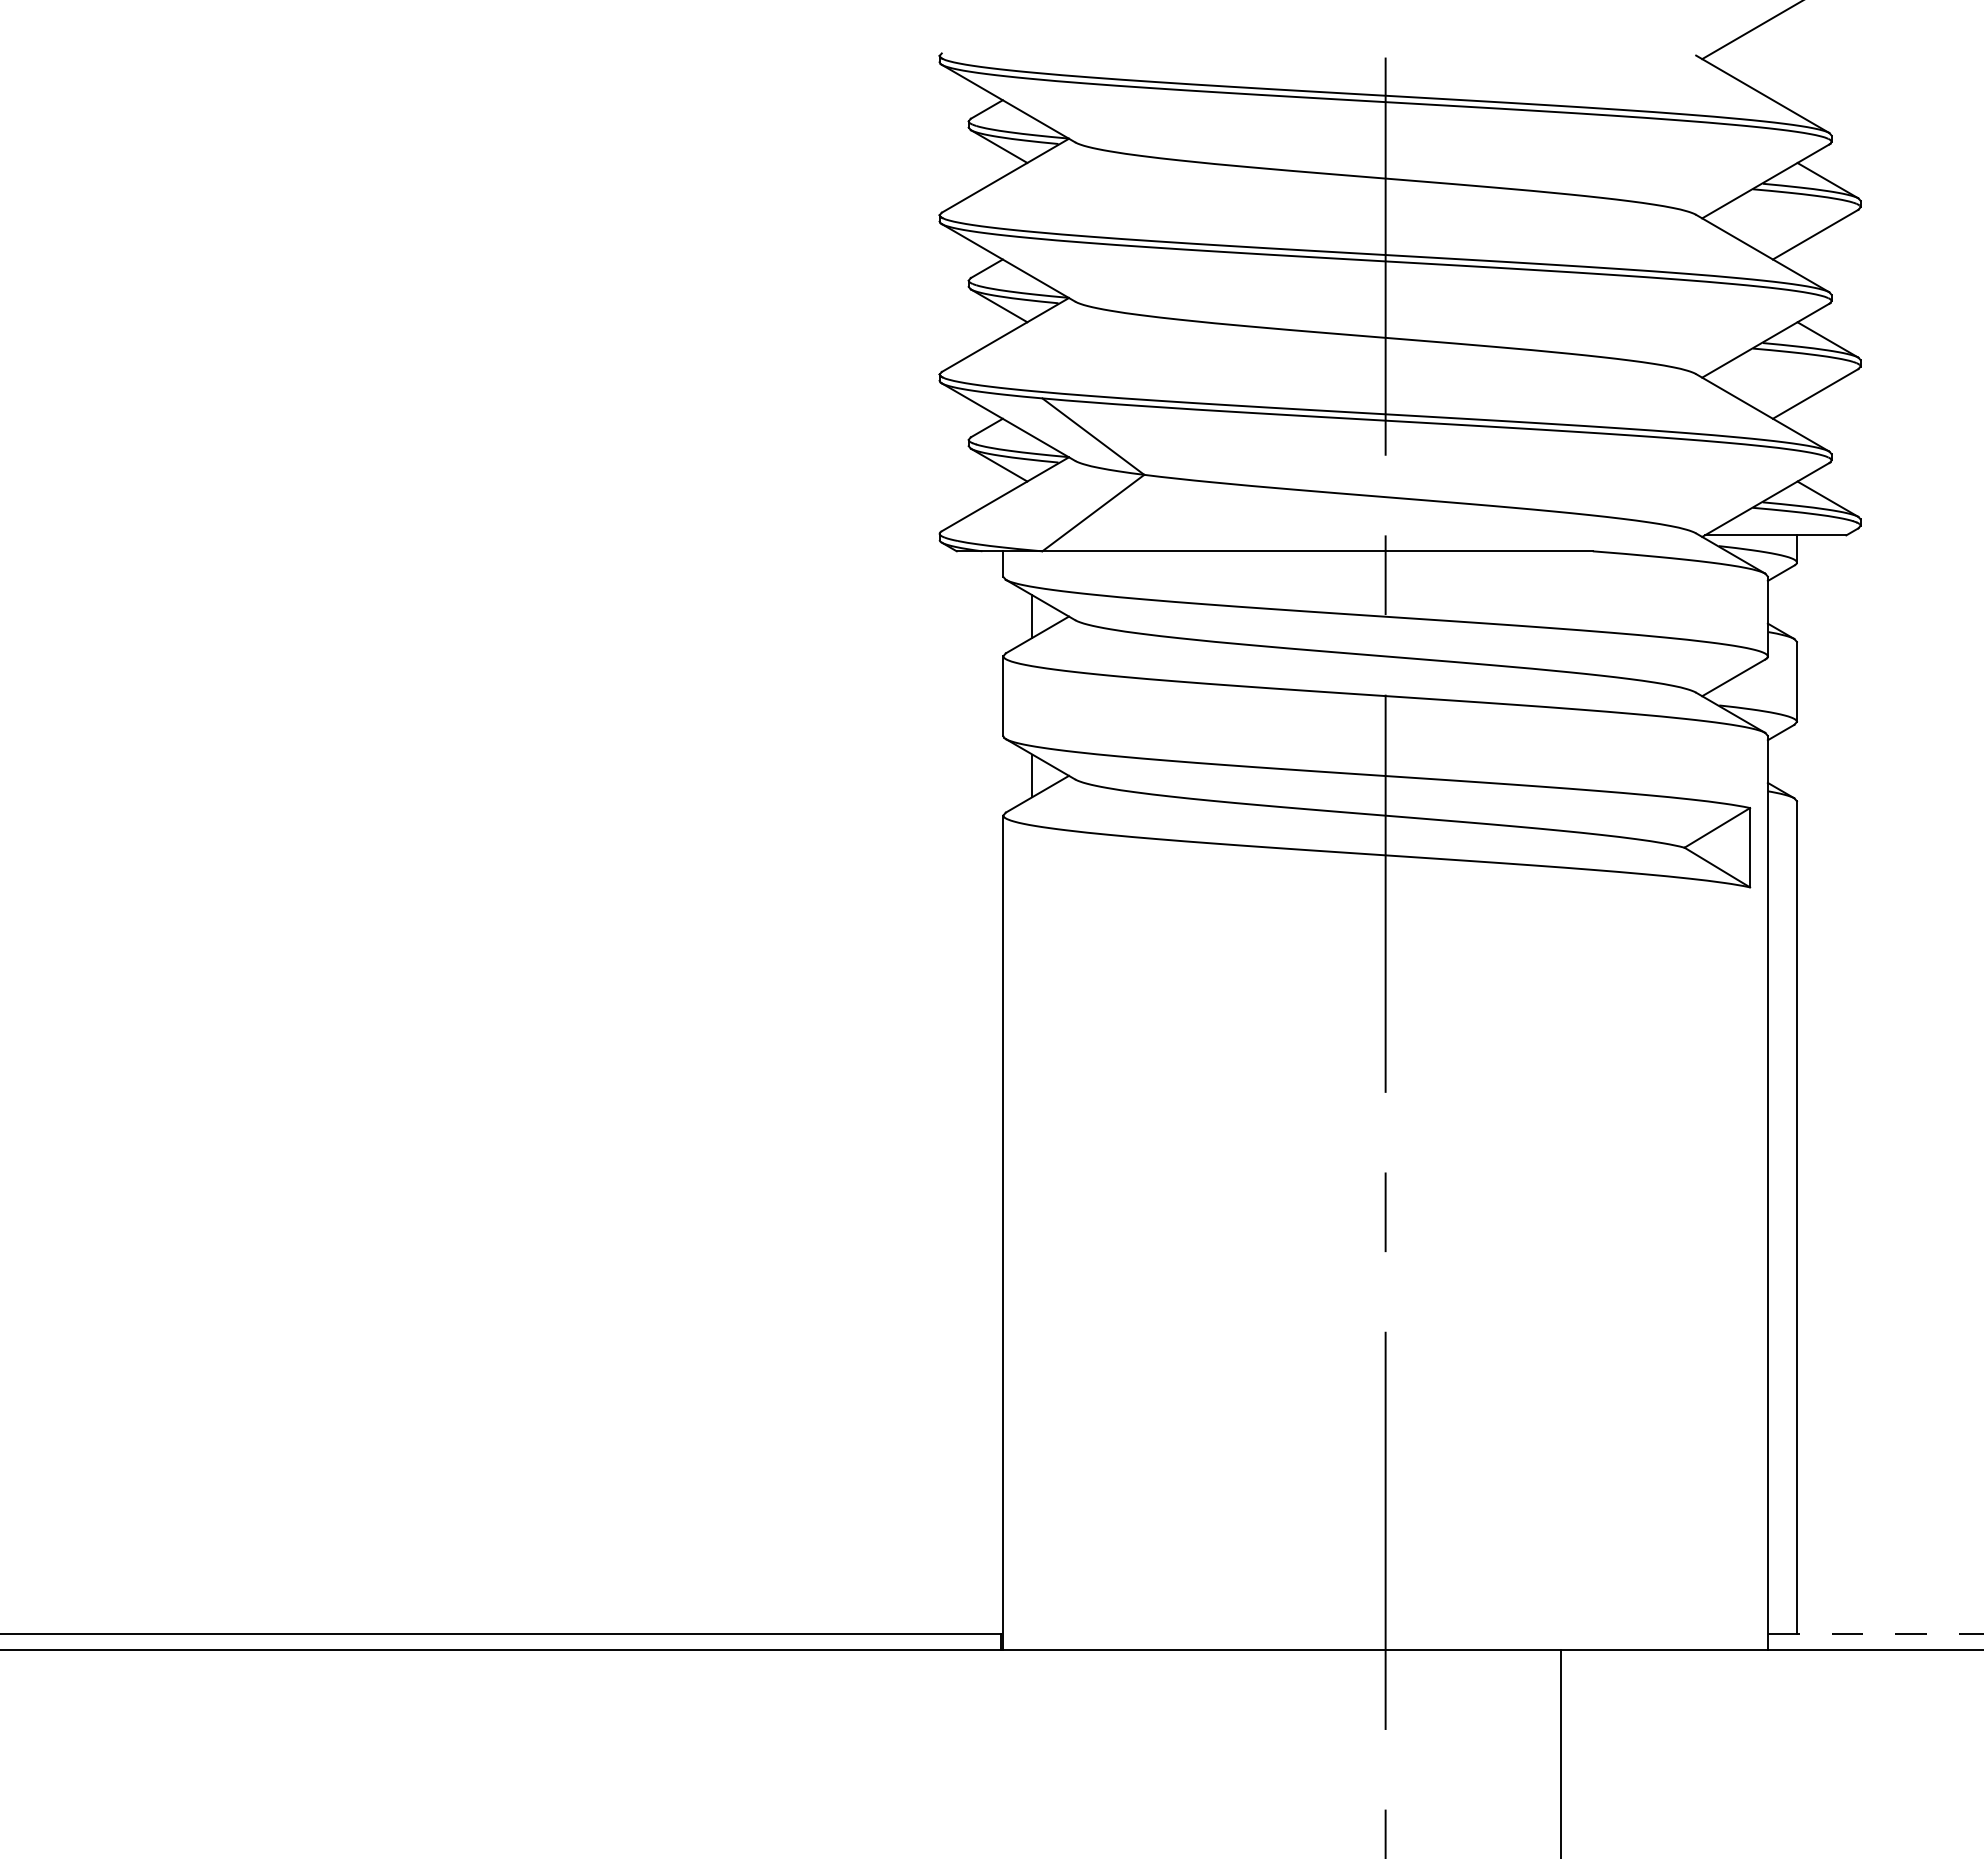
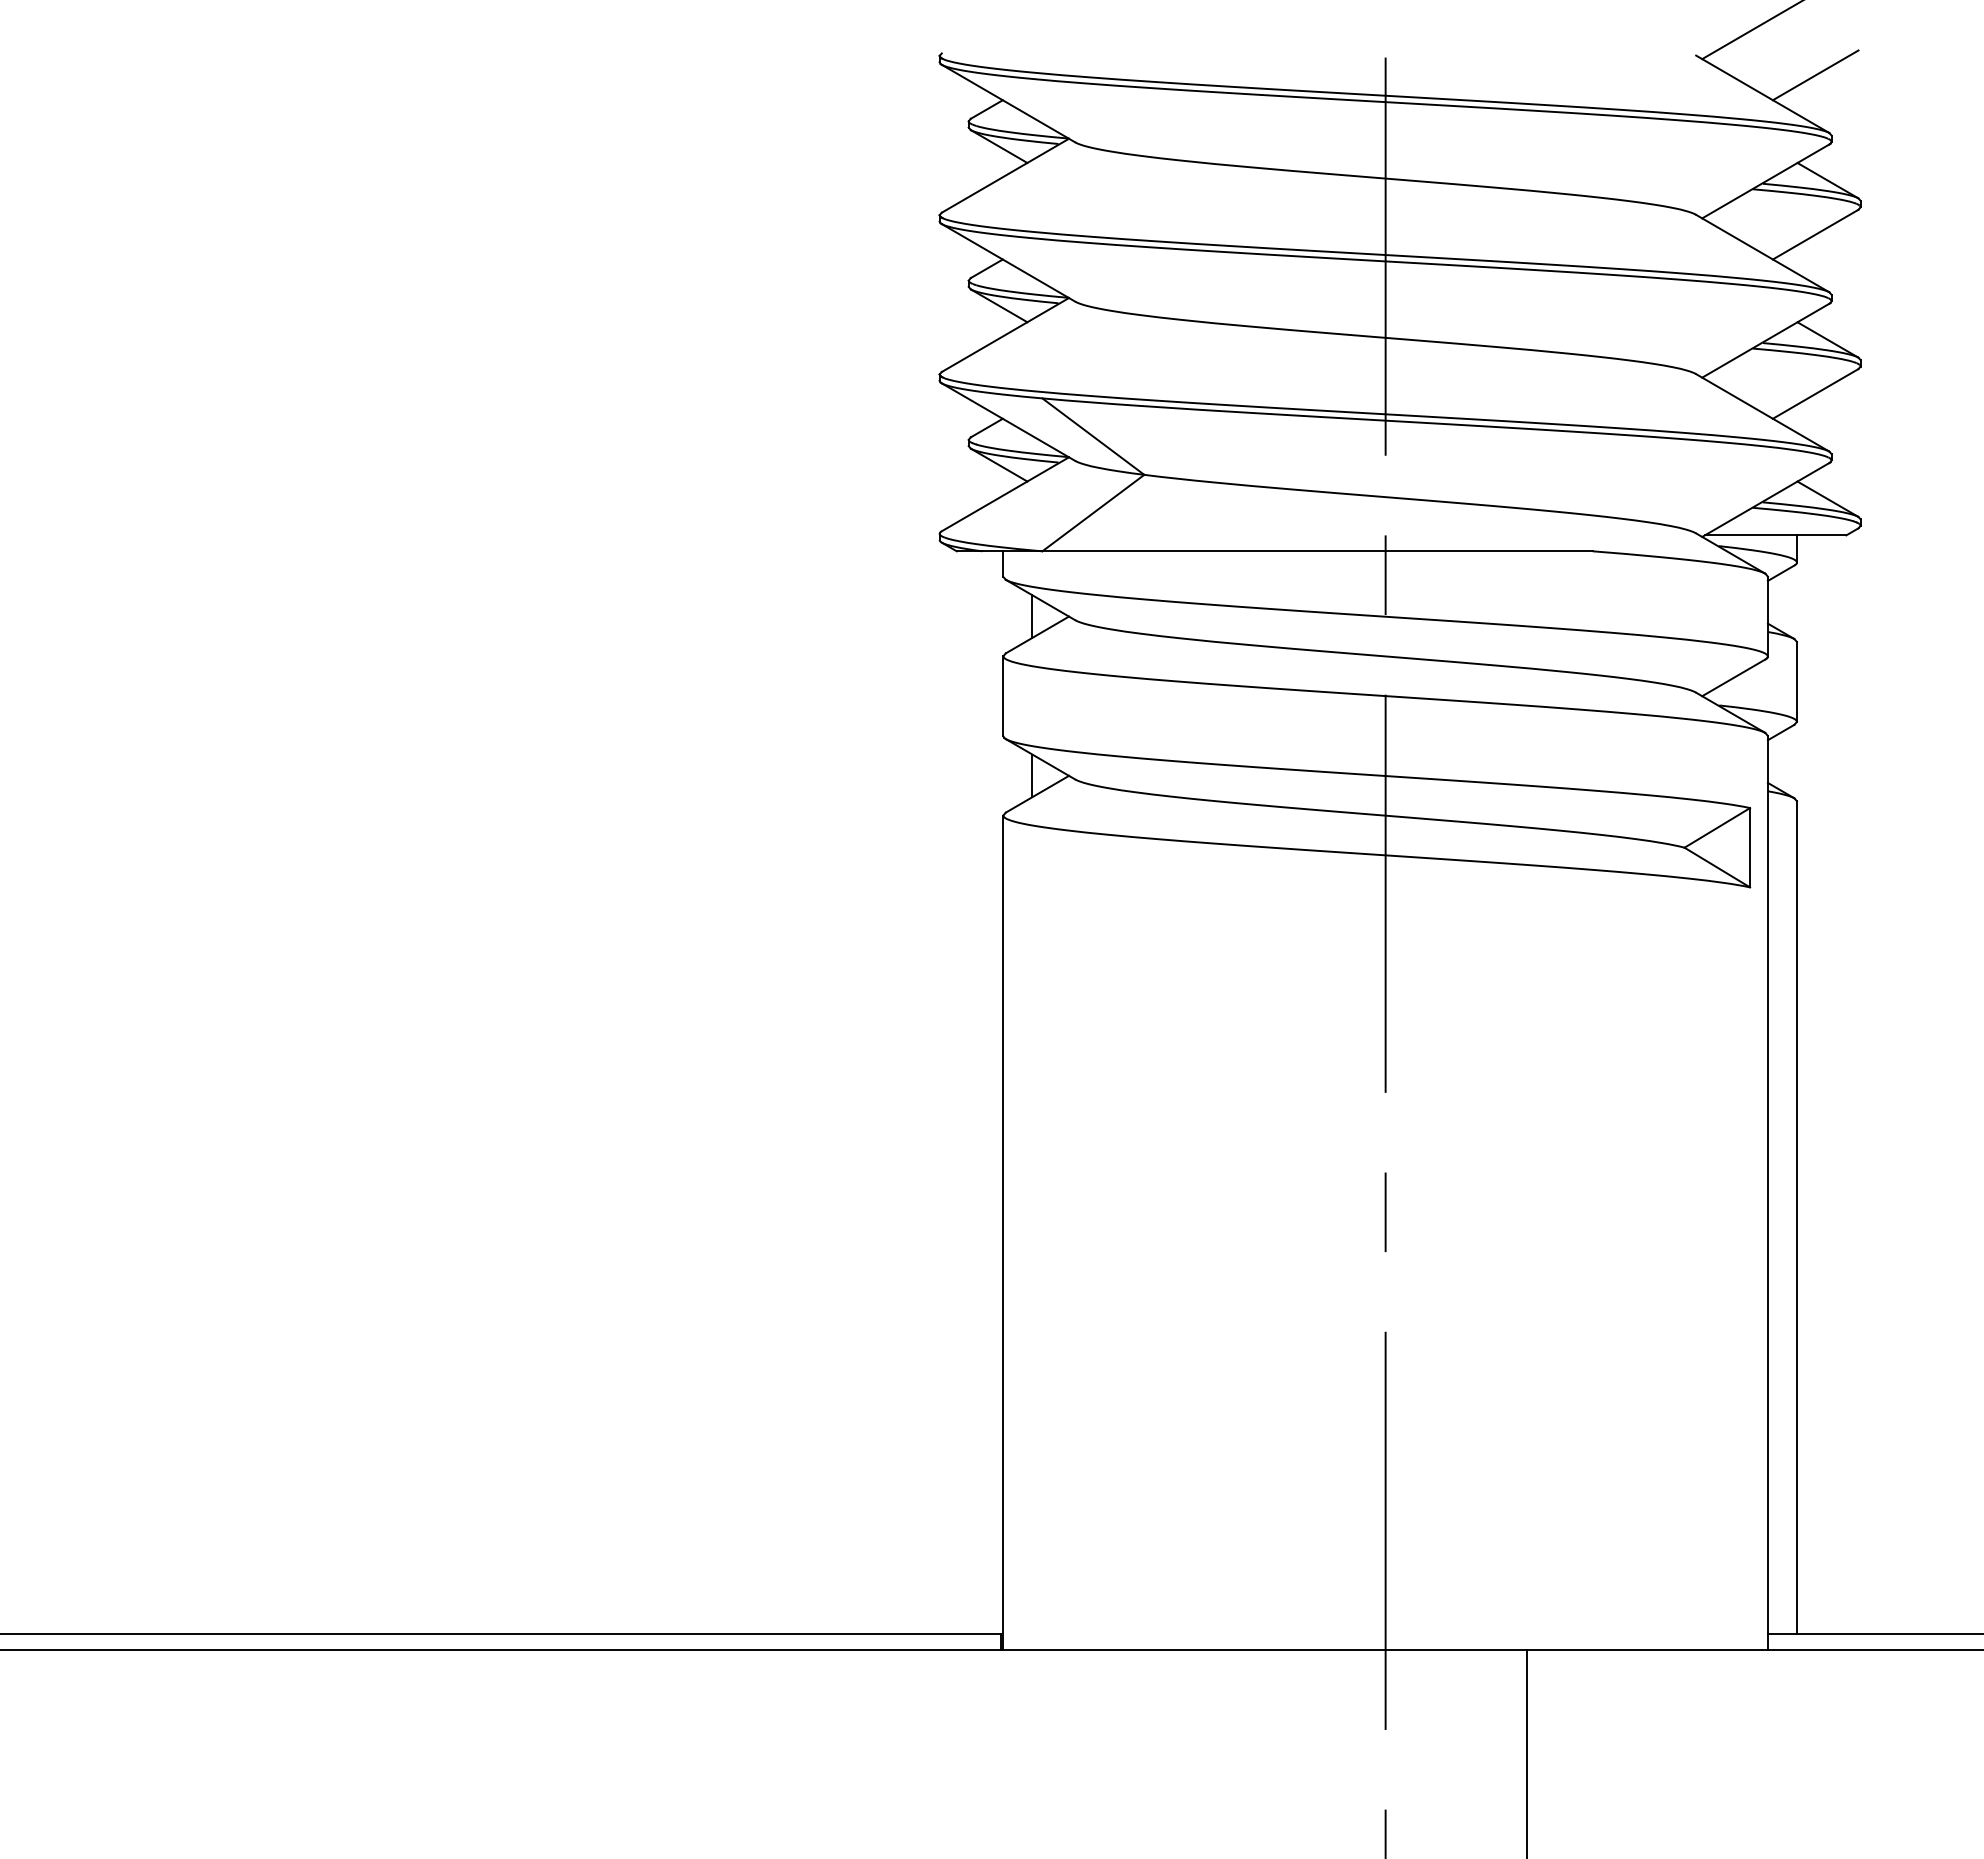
line at (1815, 75): none -> present
line at (1875, 1634): dashed -> solid
line at (1560, 1752) position: (1560, 1752) -> (1526, 1752)
